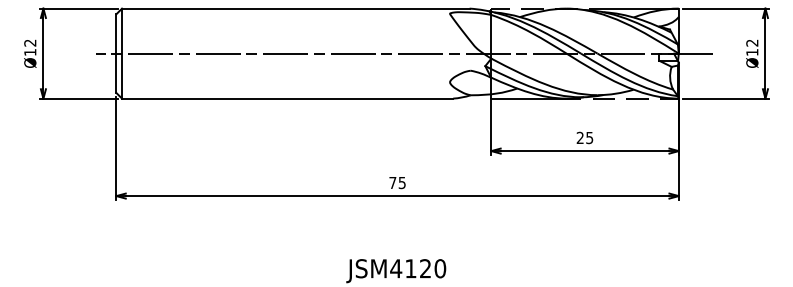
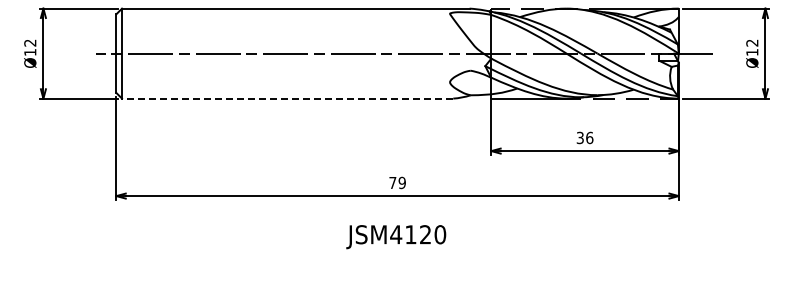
line at (287, 98): solid -> dashed
text at (584, 137): 25 -> 36
text at (401, 182): 75 -> 79
text at (396, 271) position: (396, 271) -> (396, 237)
